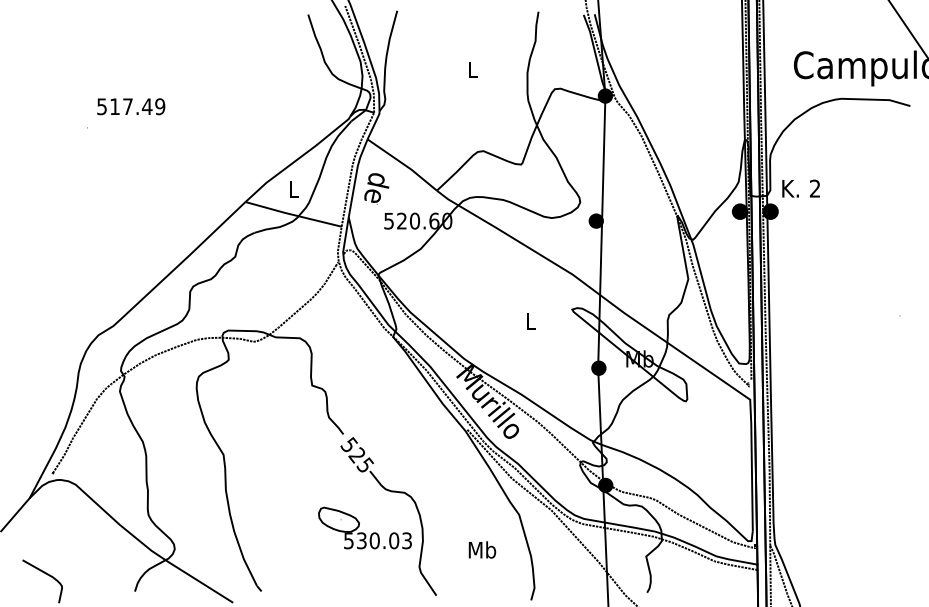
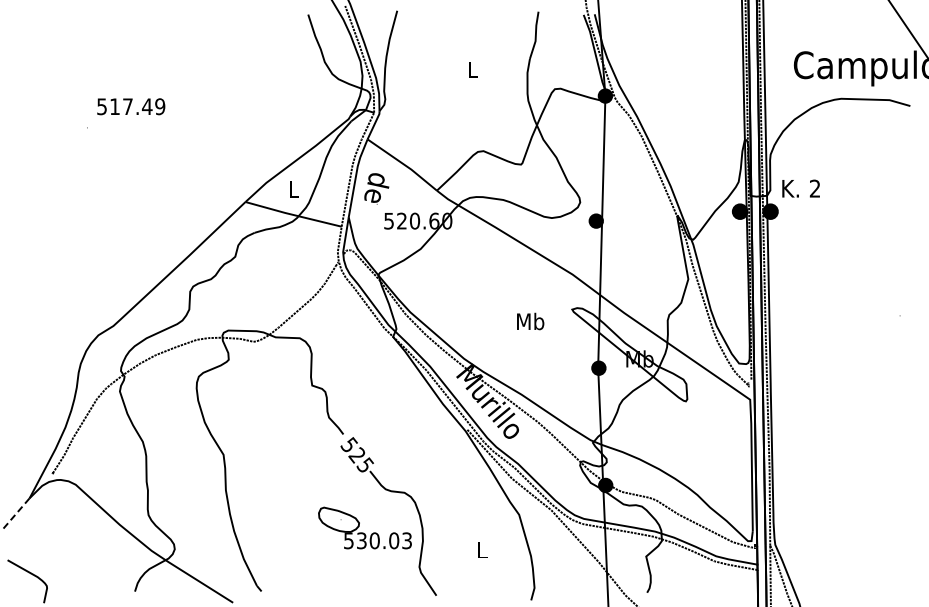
text at (530, 321): L -> Mb
line at (15, 514): solid -> dashed
text at (482, 549): Mb -> L
curve at (45, 574) position: (45, 574) -> (30, 574)
